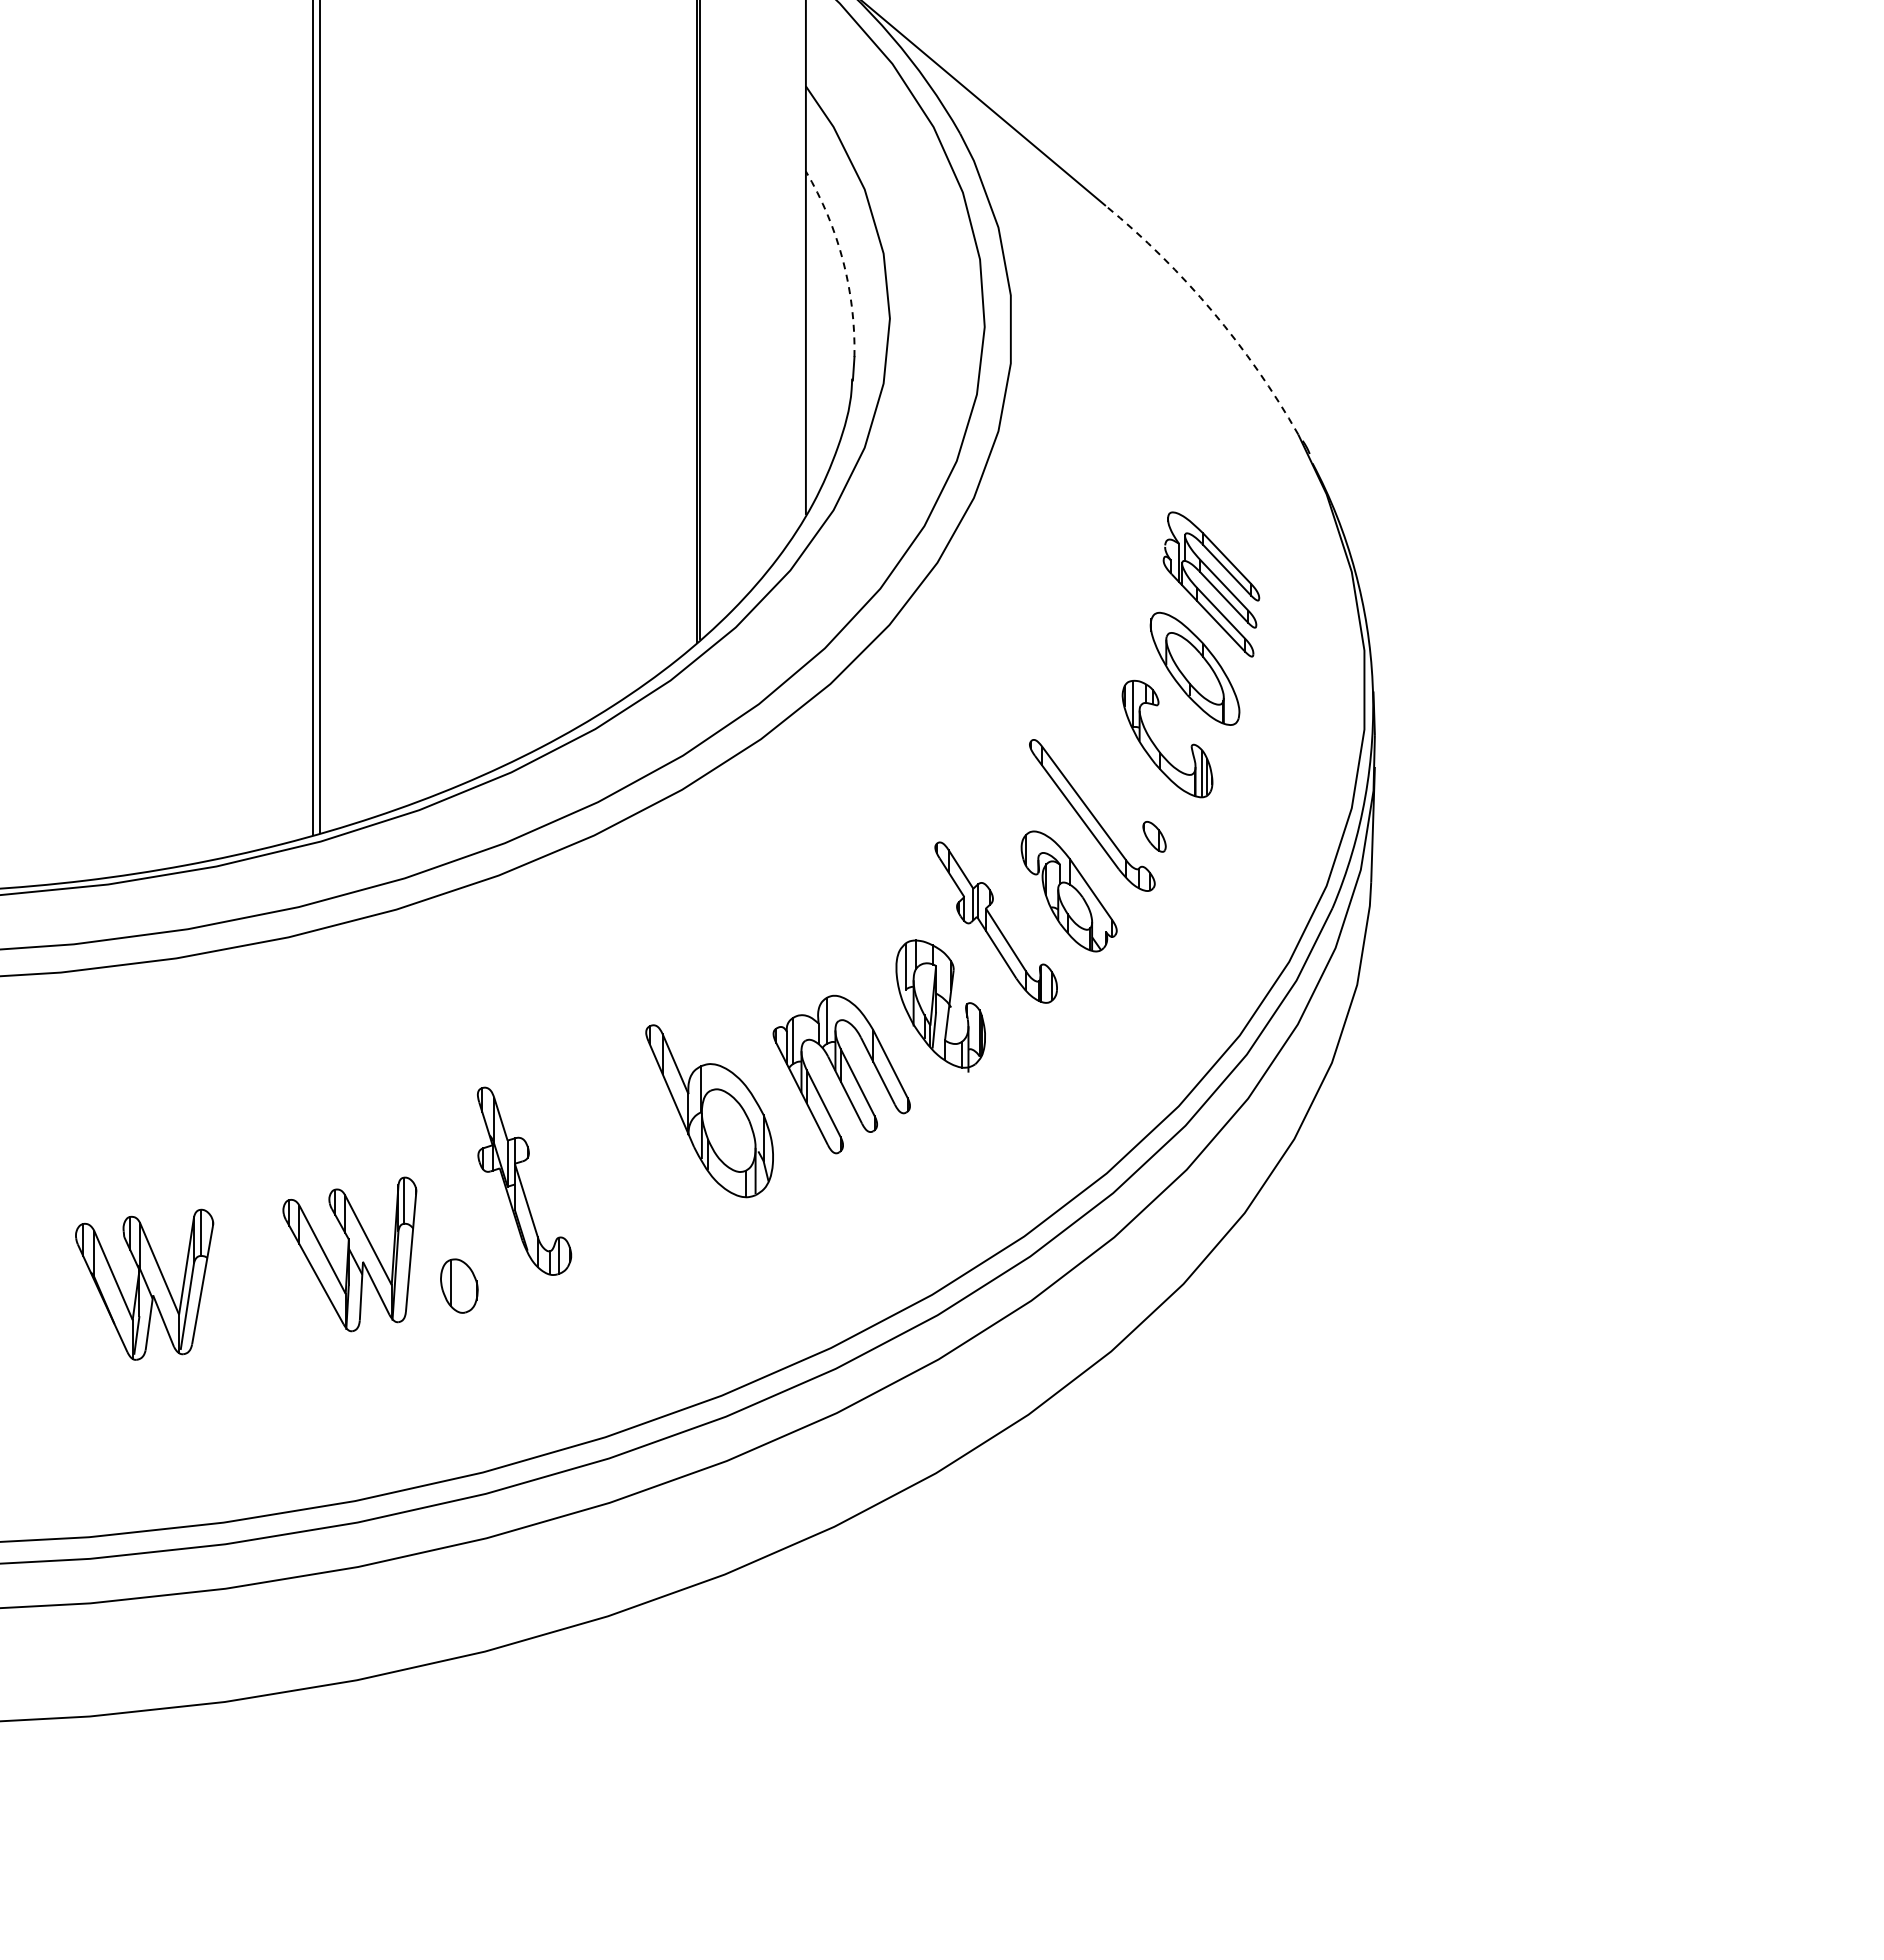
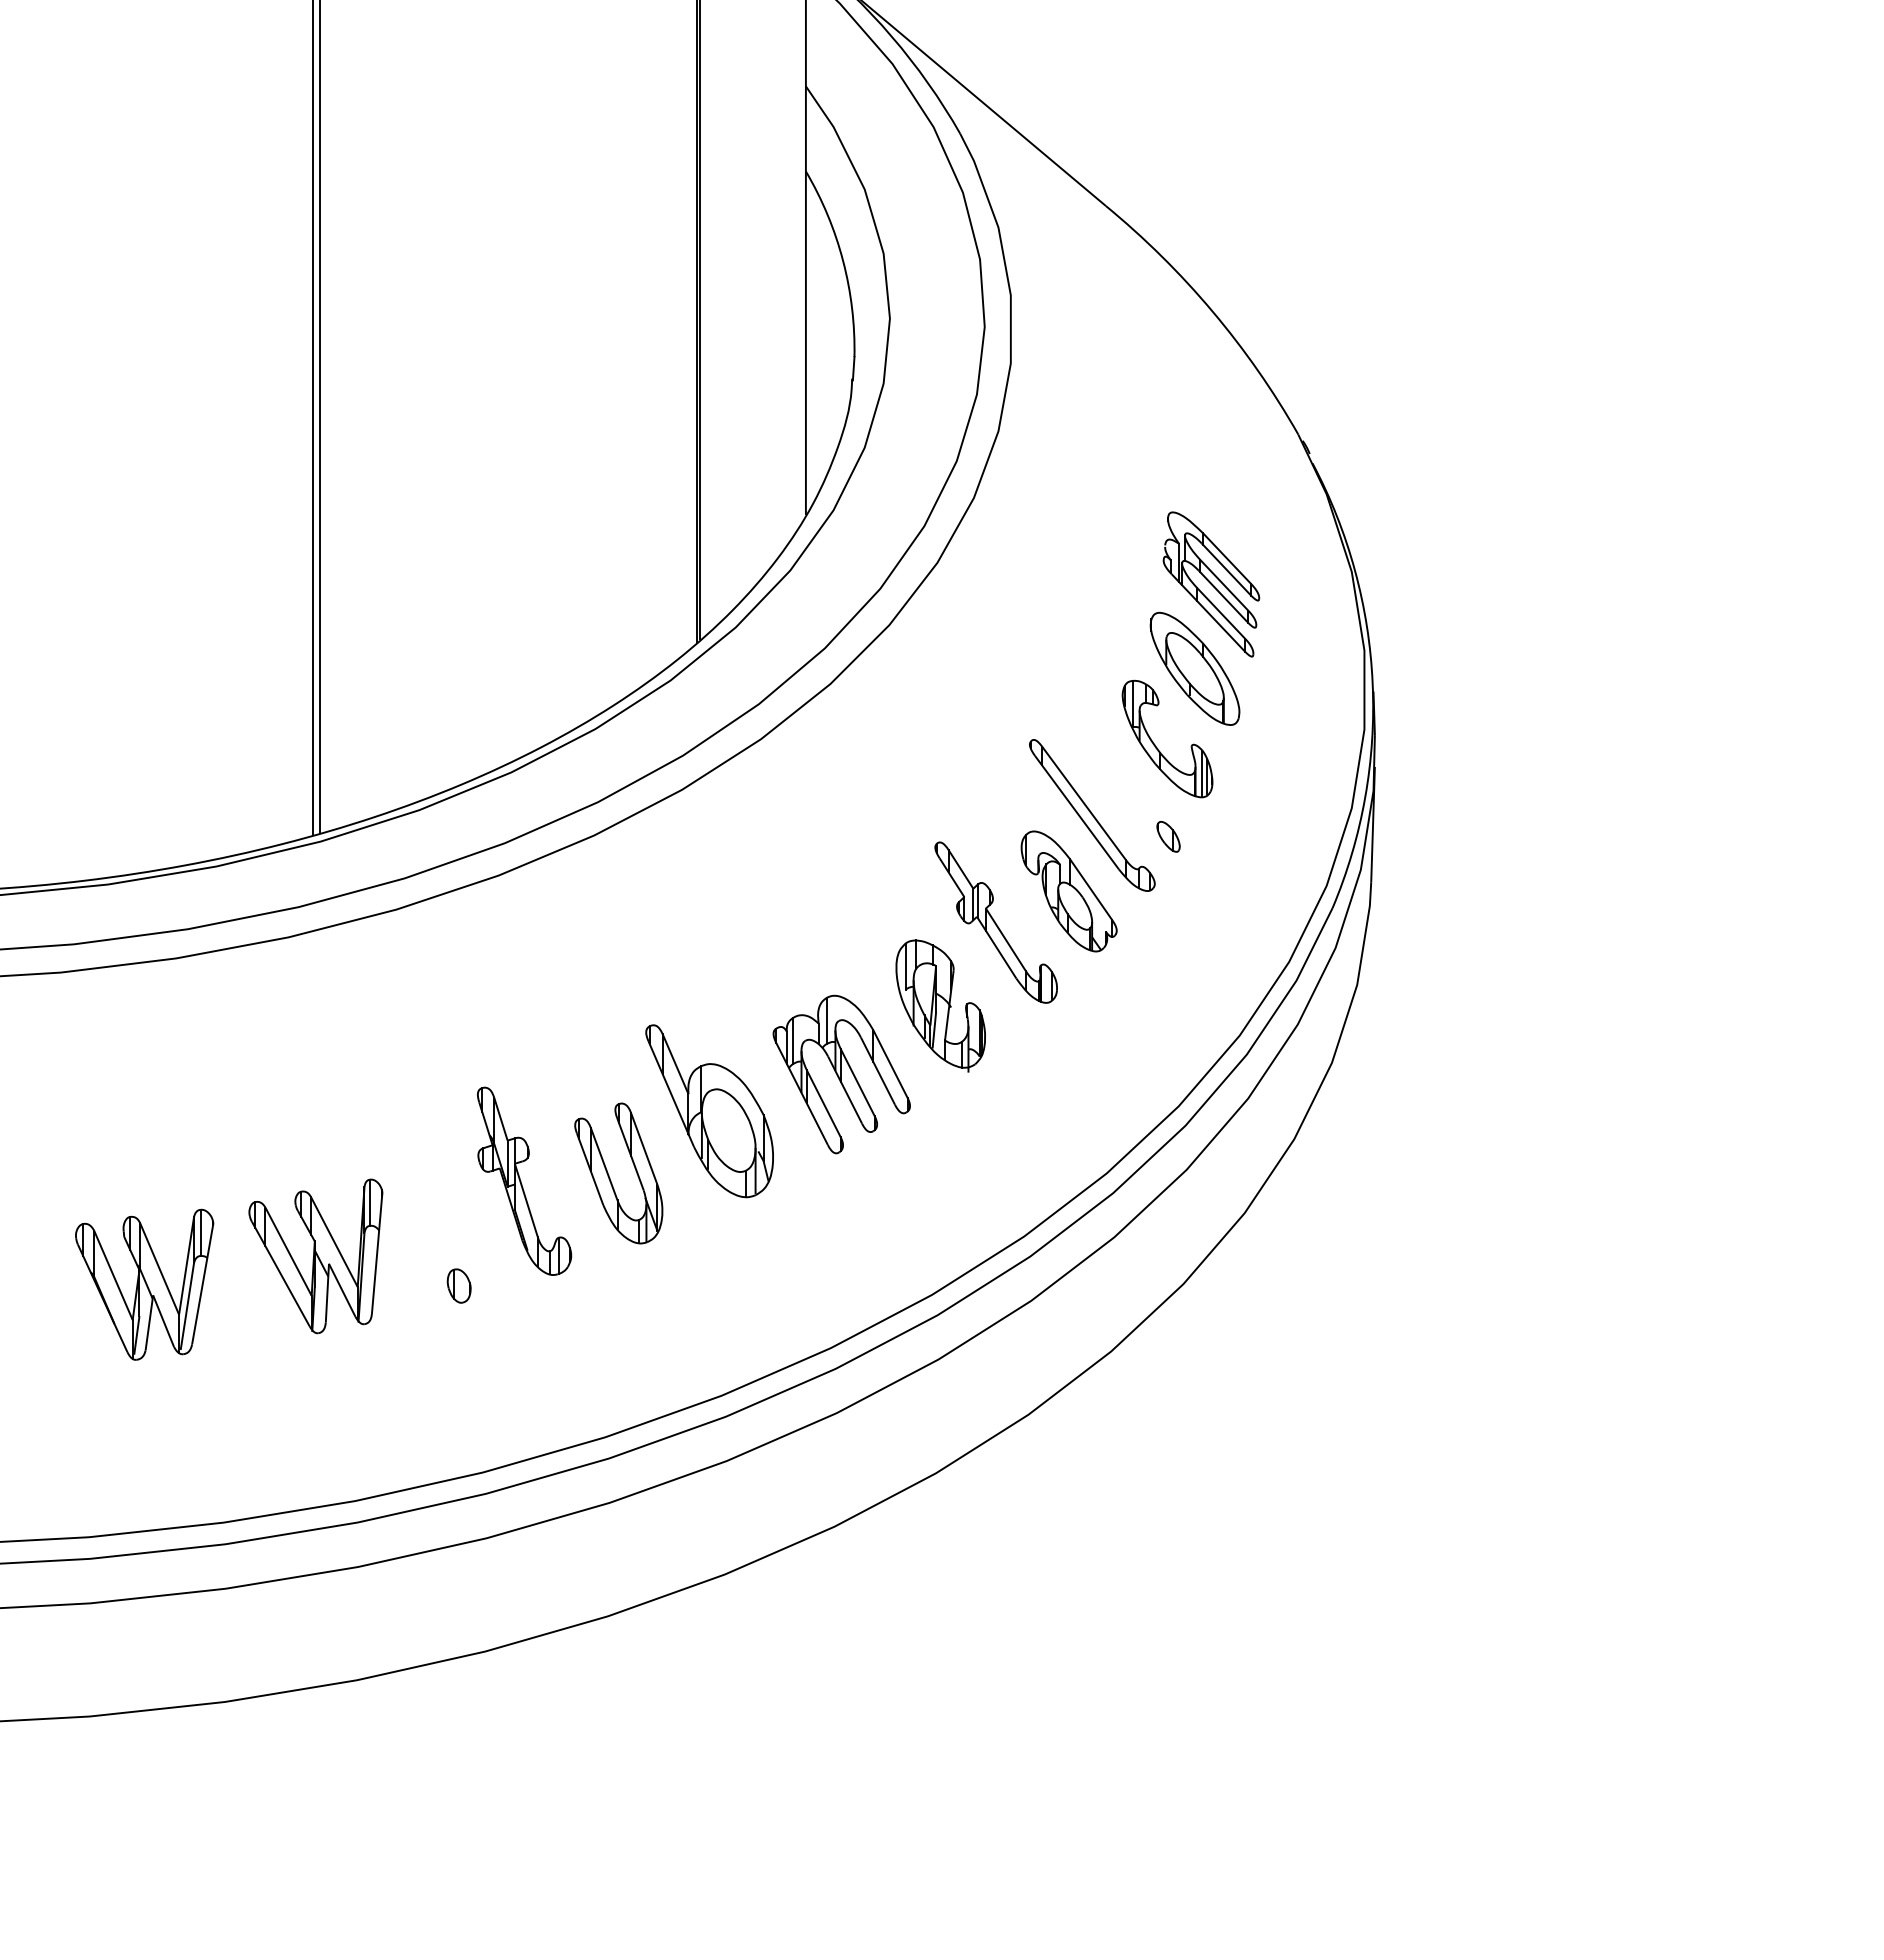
arc at (843, 260): dashed -> solid
arc at (1212, 311): dashed -> solid
part at (1154, 836) position: (1154, 836) -> (1168, 836)
part at (610, 1177): none -> present
part at (349, 1254) position: (349, 1254) -> (315, 1256)
part at (459, 1285) size: 39x56 px -> 26x36 px
